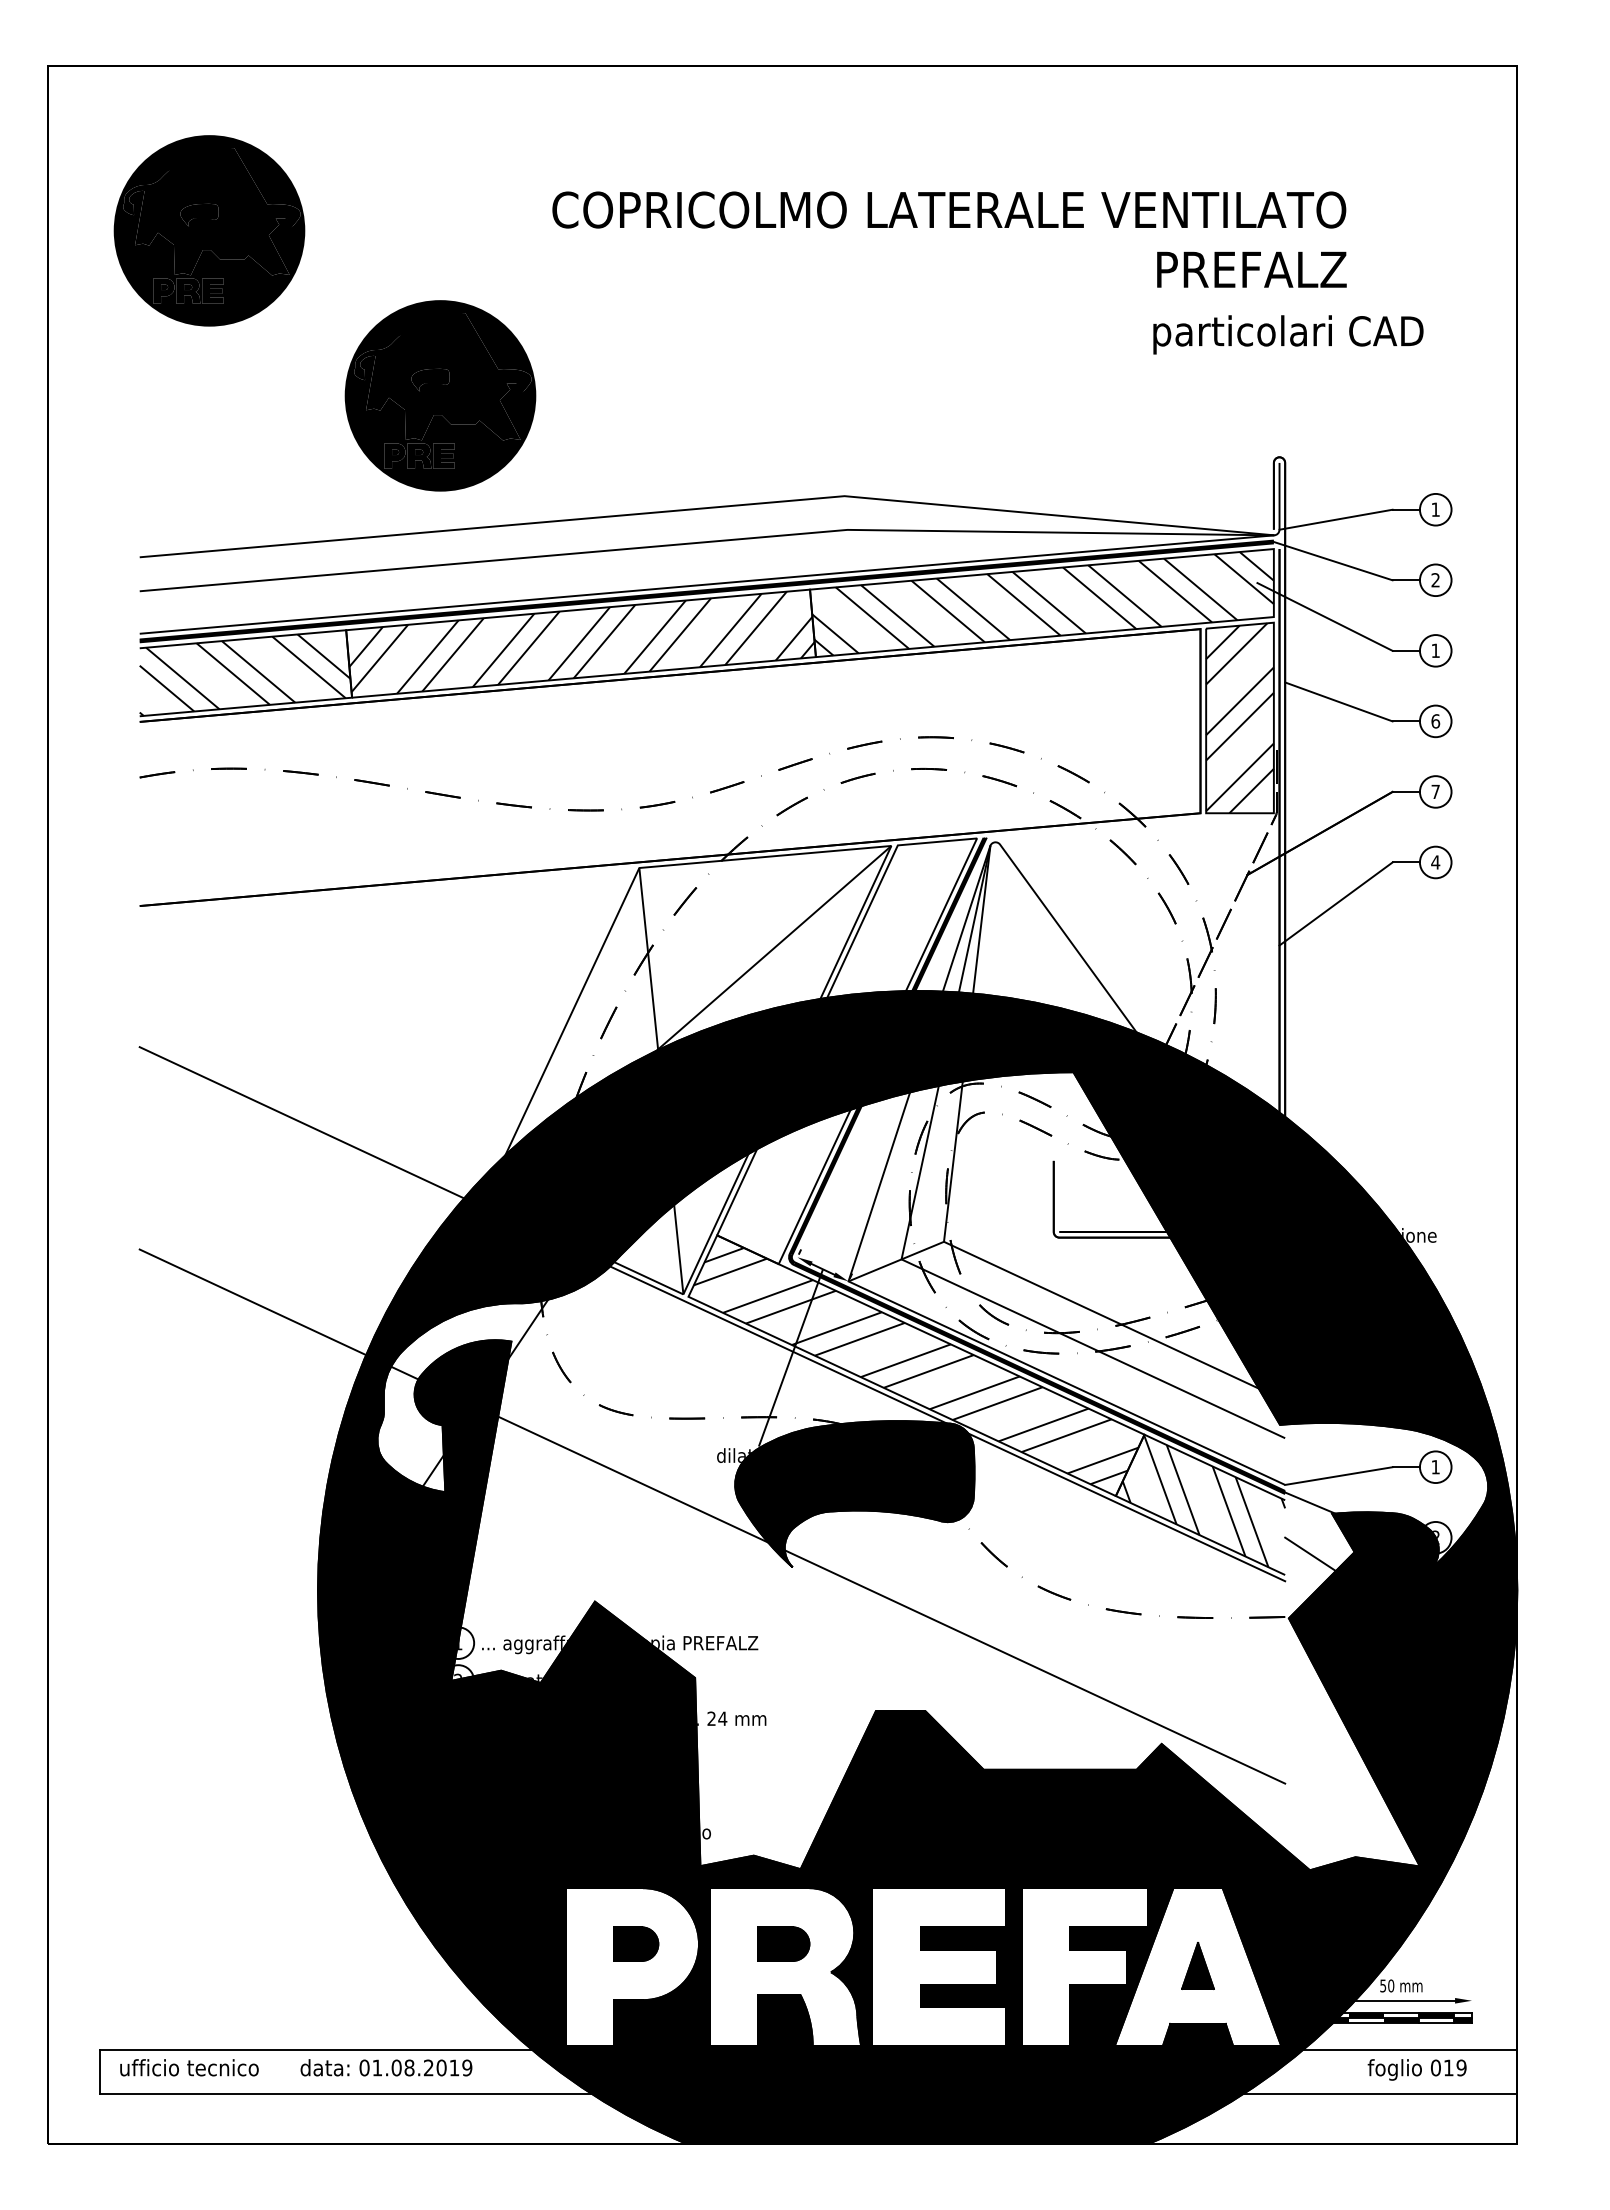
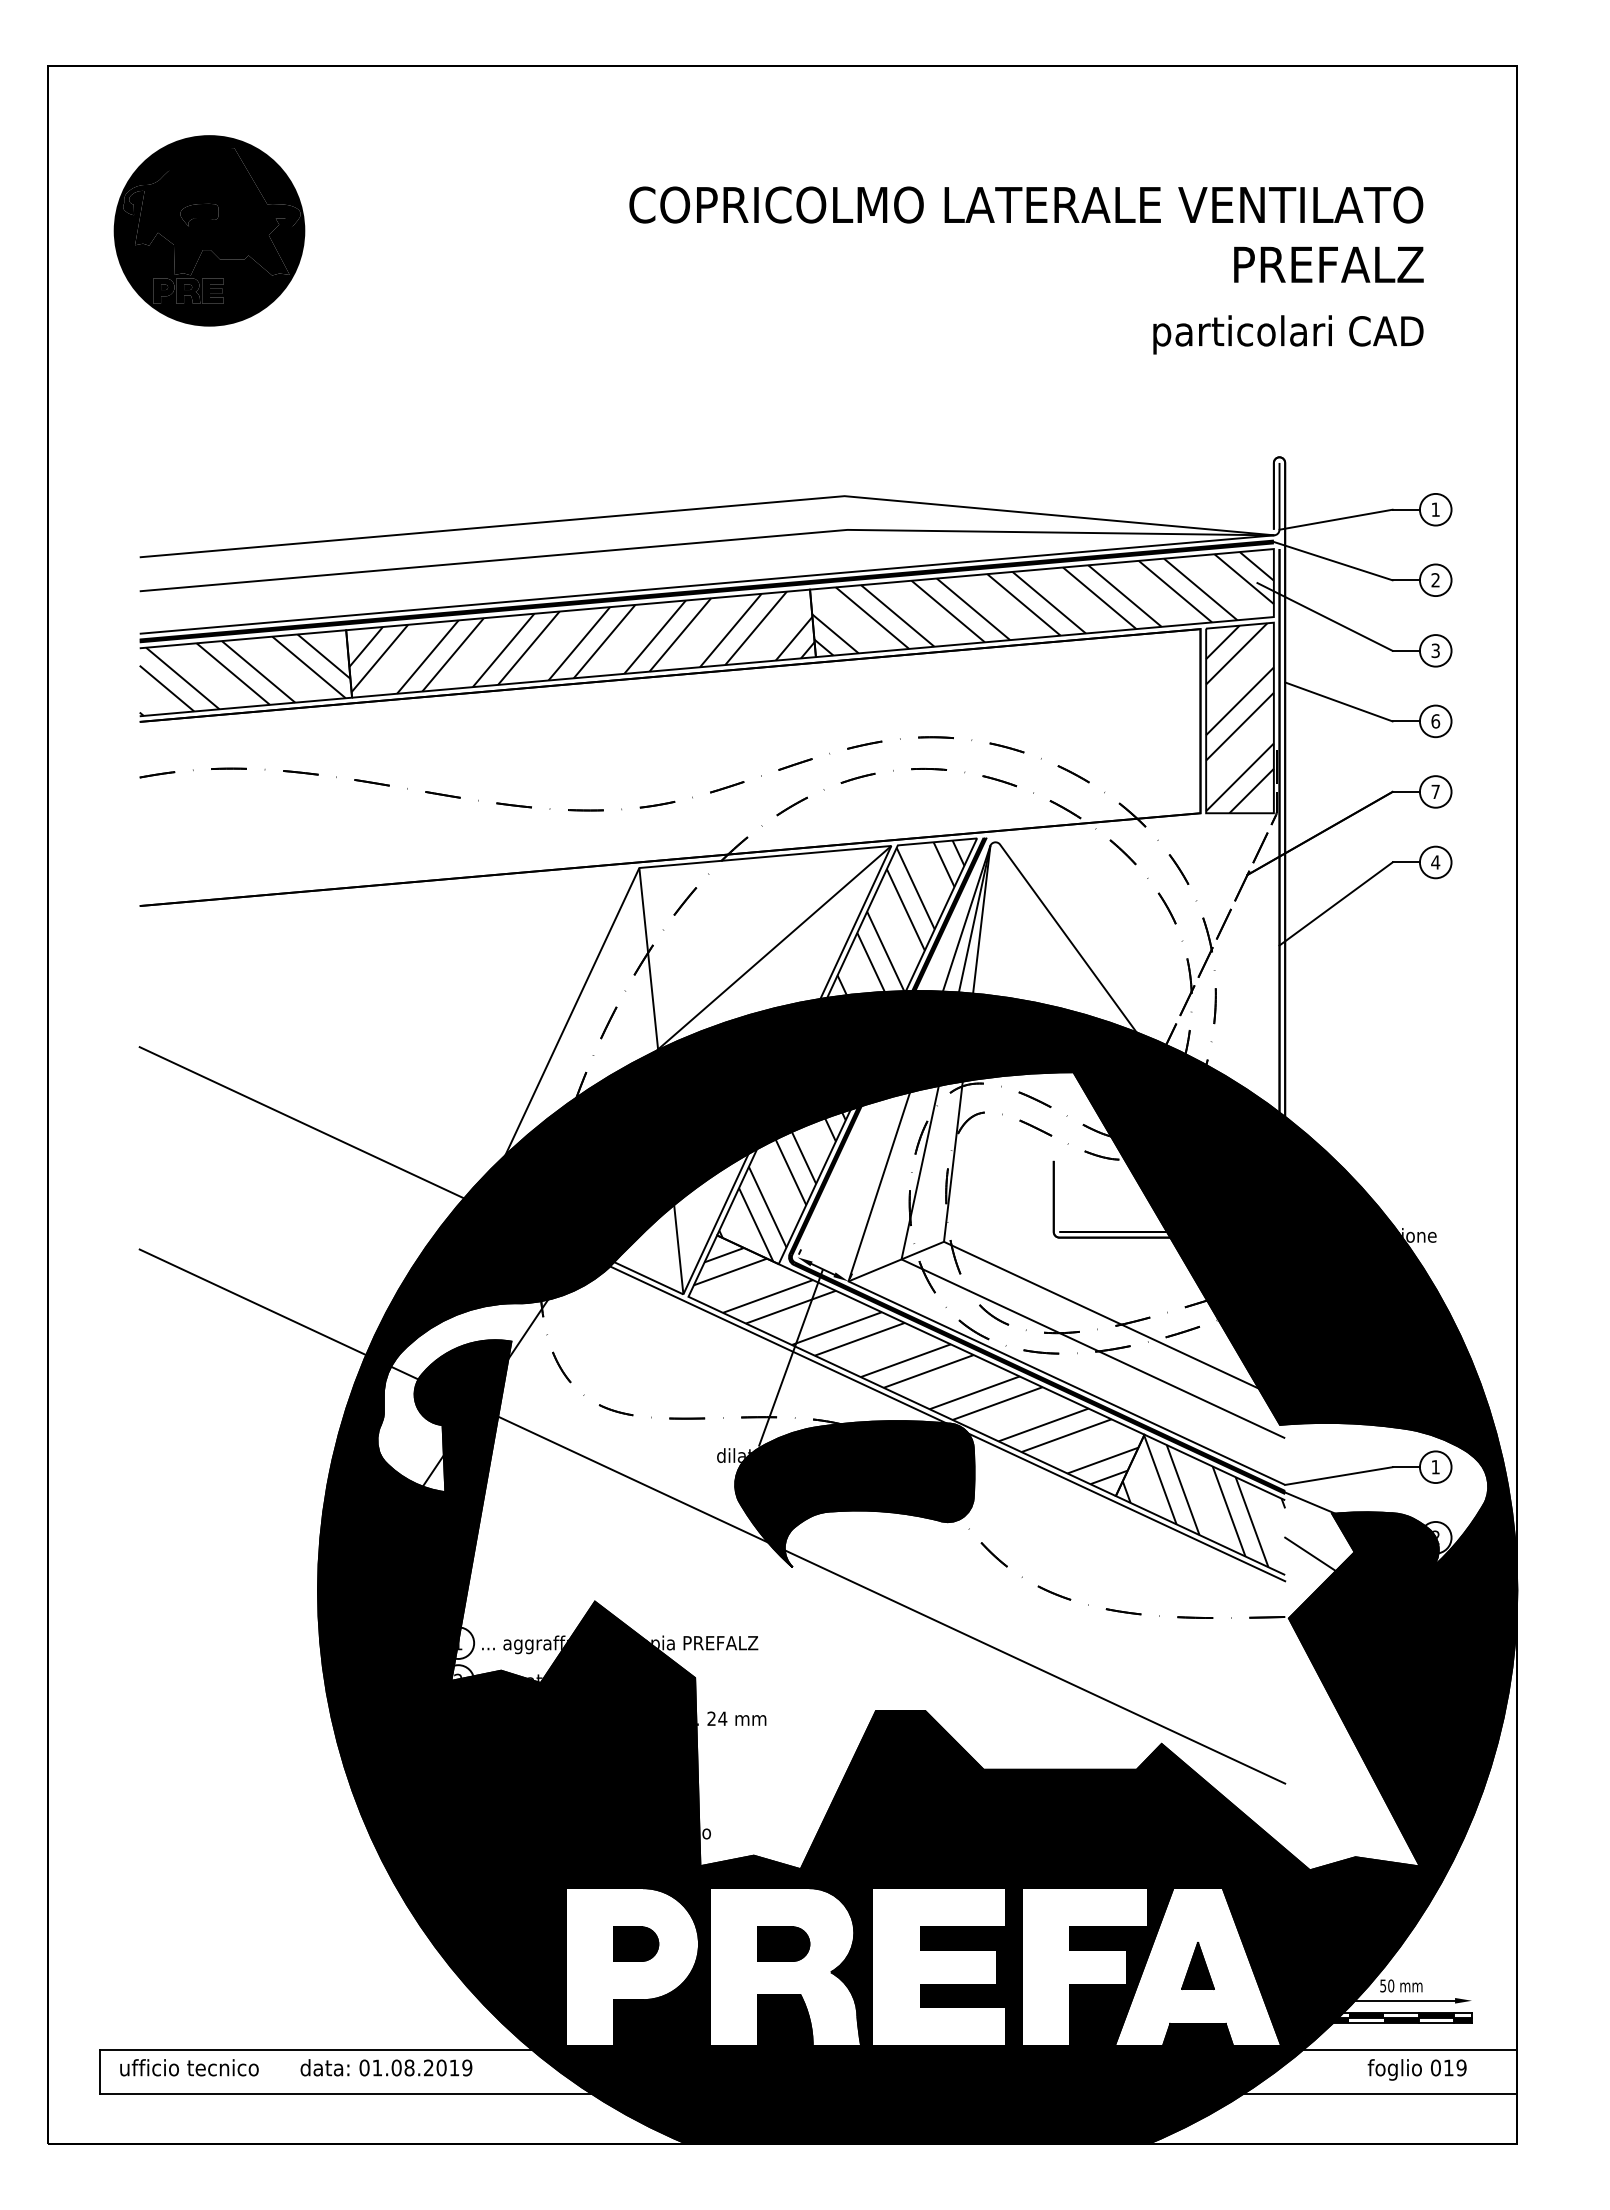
text at (949, 239) position: (949, 239) -> (1026, 234)
part at (440, 395): present -> none
text at (1435, 650): 1 -> 3
hatch at (841, 1050): none -> present
